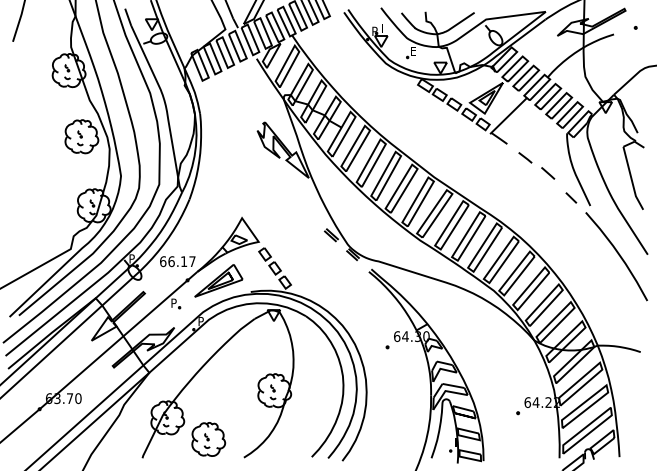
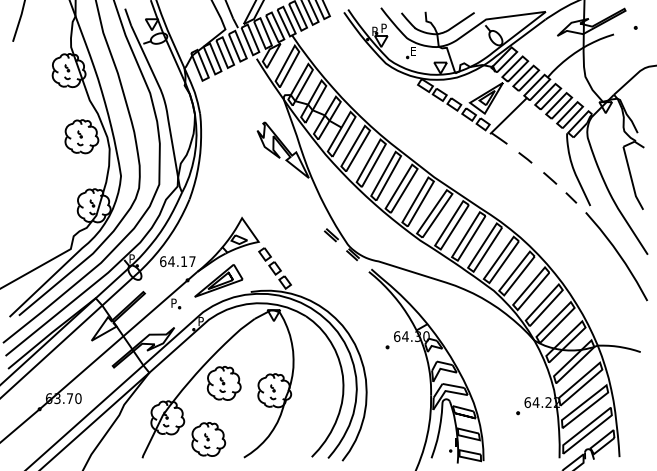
text at (383, 27): I -> P
line at (548, 173) position: (548, 173) -> (550, 178)
text at (171, 261): 66.17 -> 64.17
part at (223, 383): none -> present
